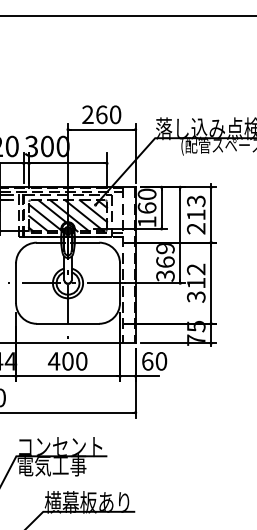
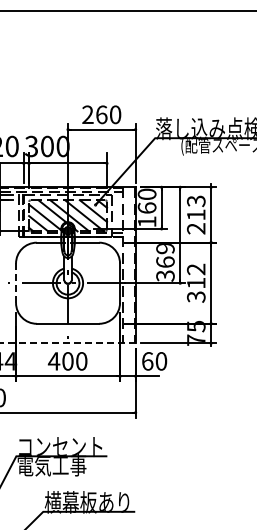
line at (127, 15) position: (127, 15) -> (127, 10)
line at (16, 283): solid -> dashed
line at (67, 343): solid -> dashed
